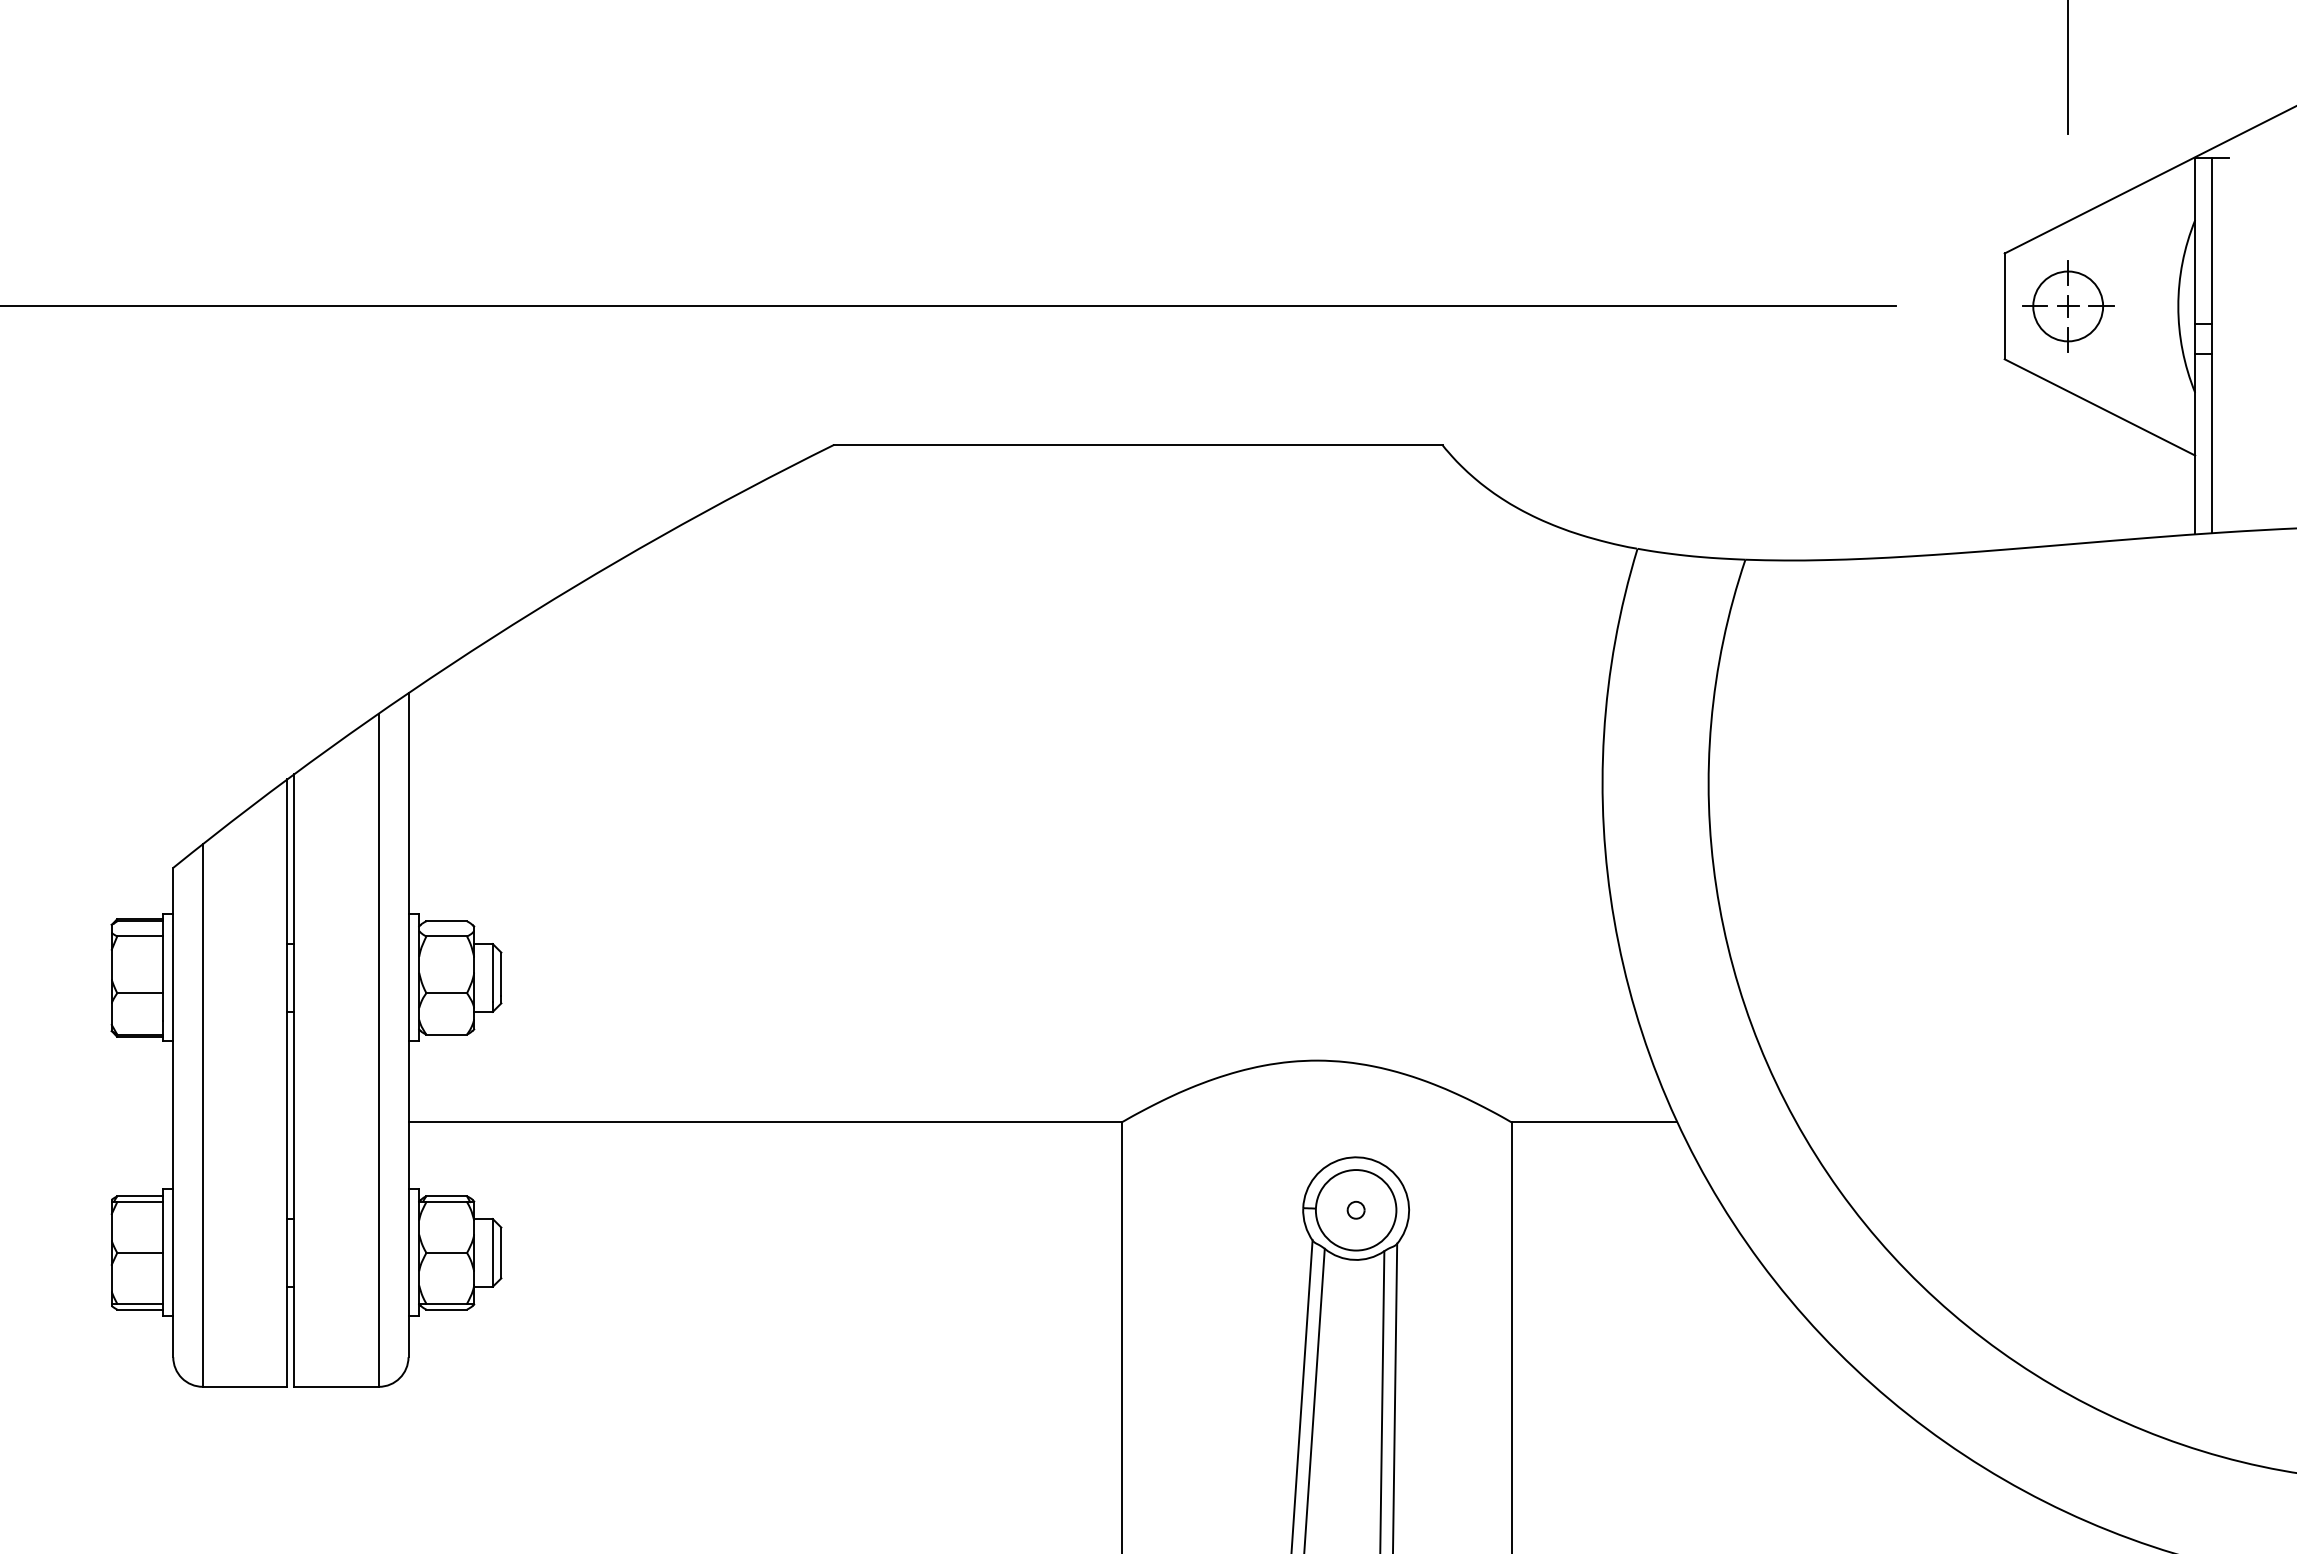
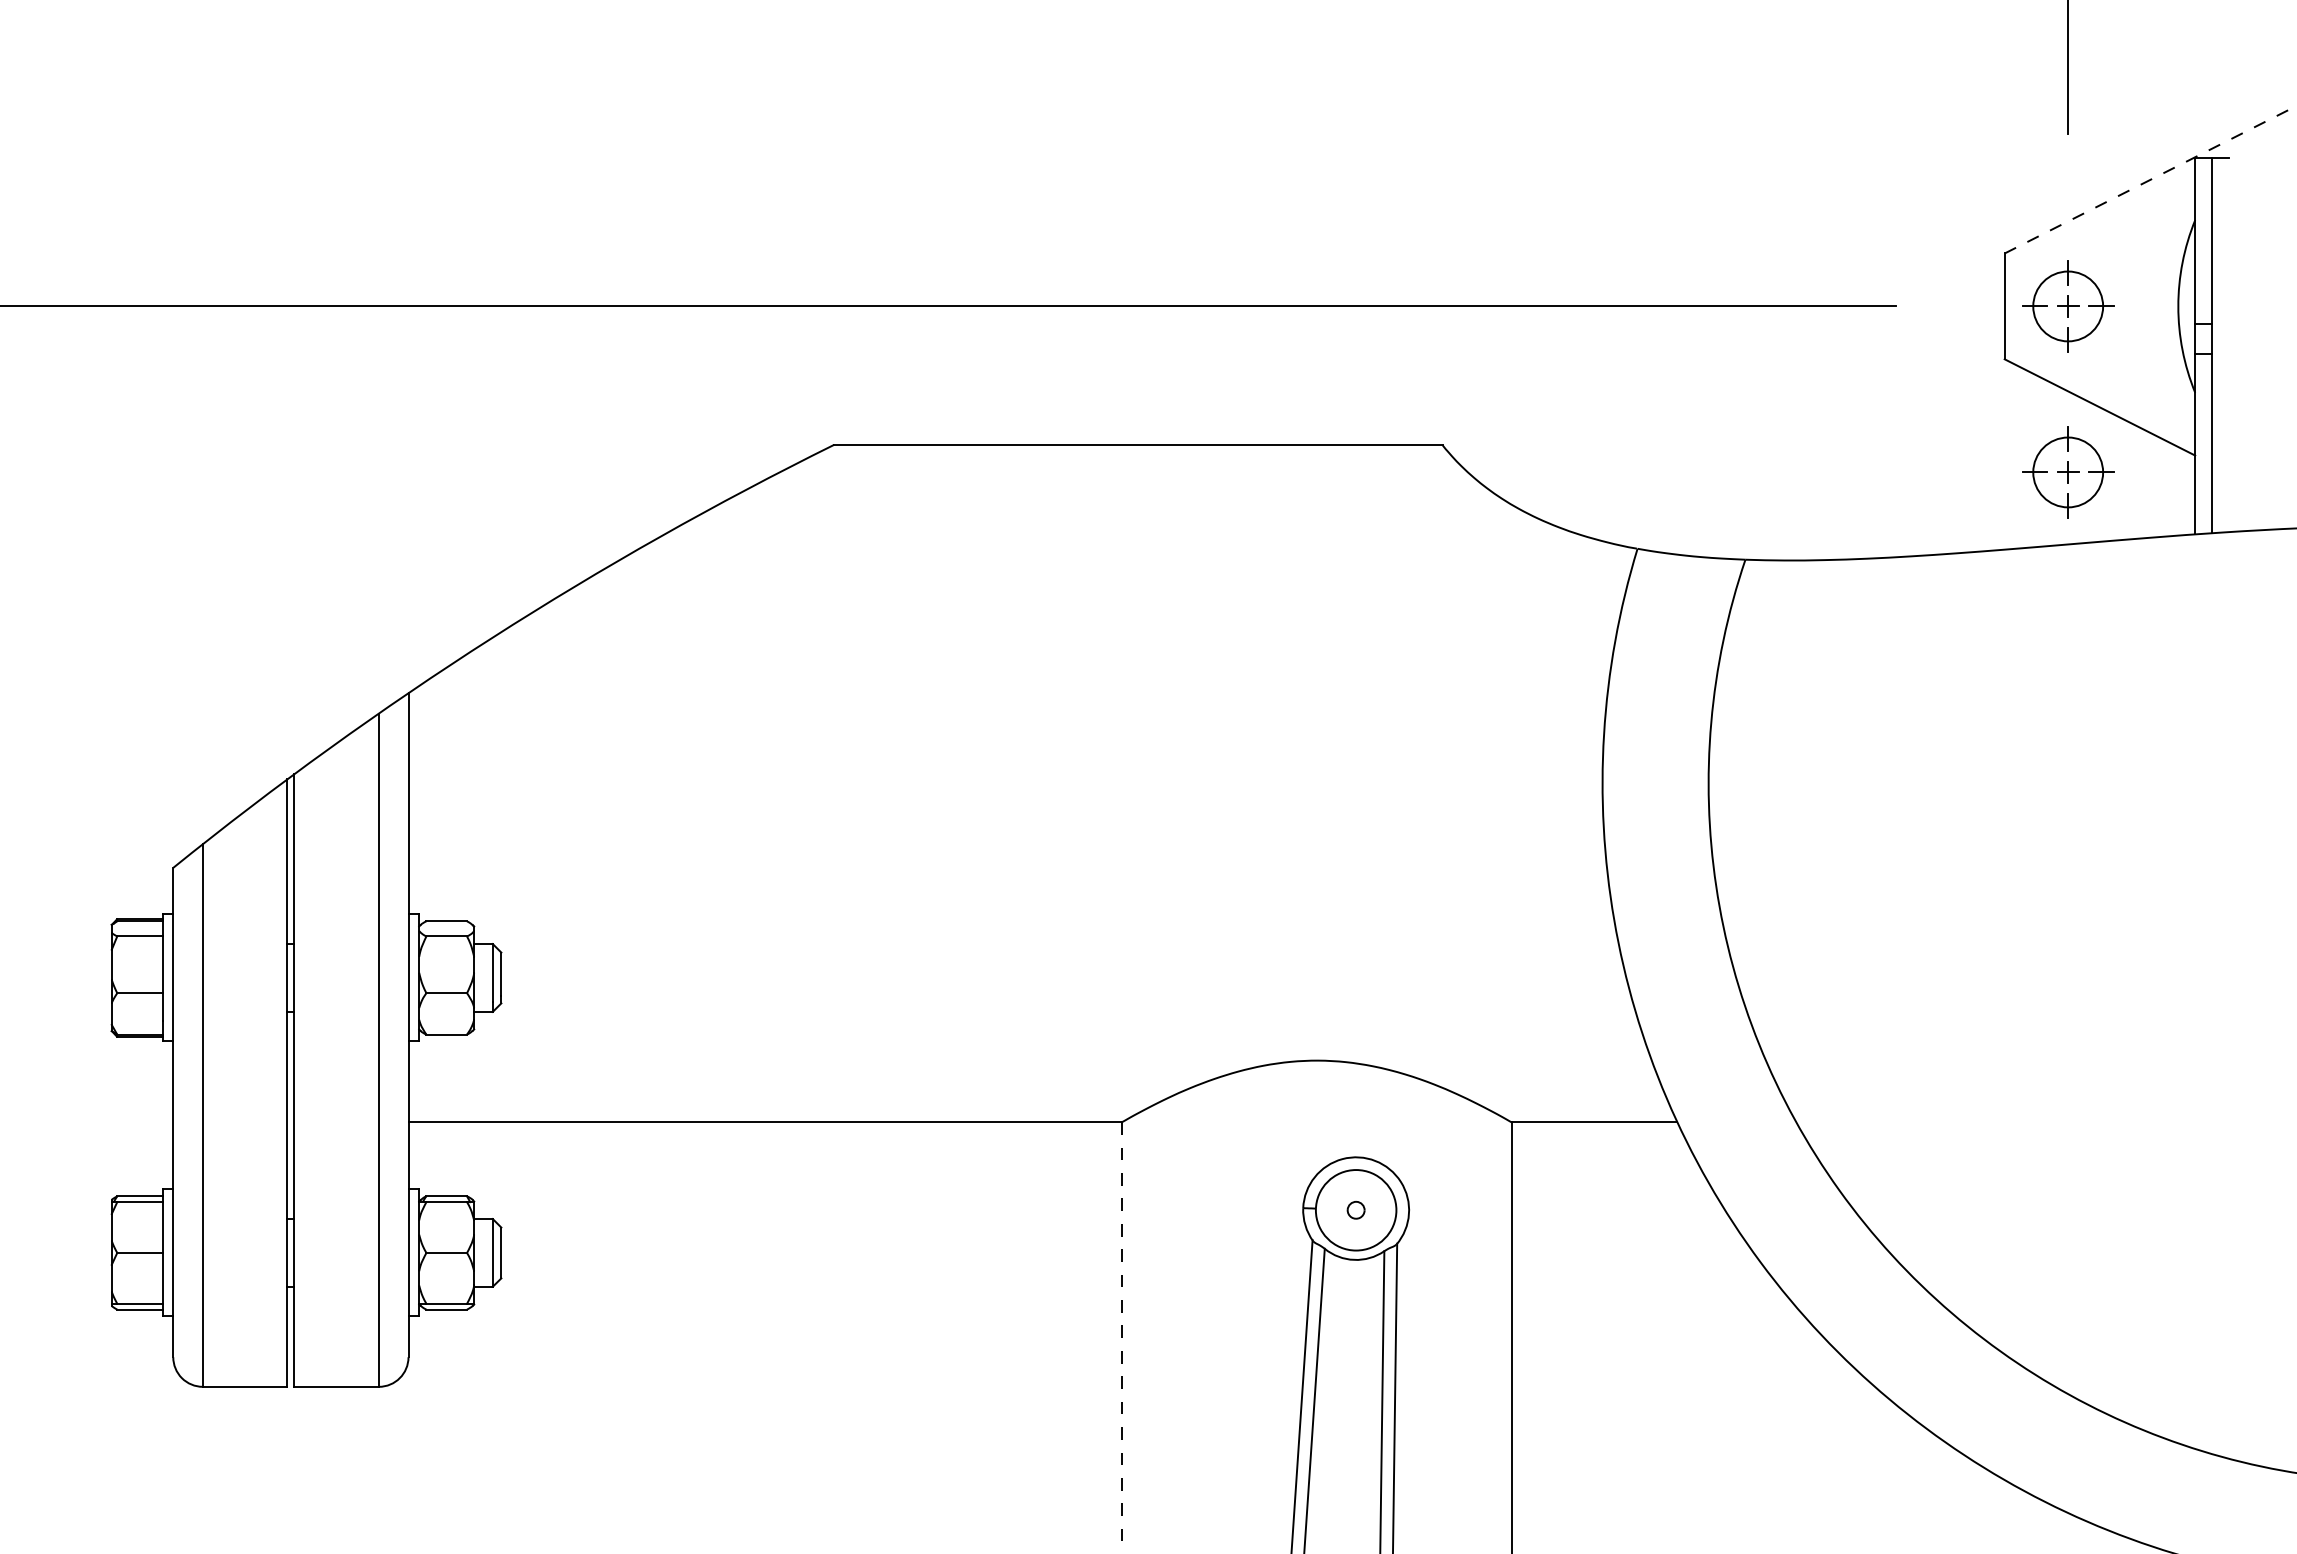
line at (2150, 179): solid -> dashed
part at (2068, 472): none -> present
line at (1121, 1338): solid -> dashed
